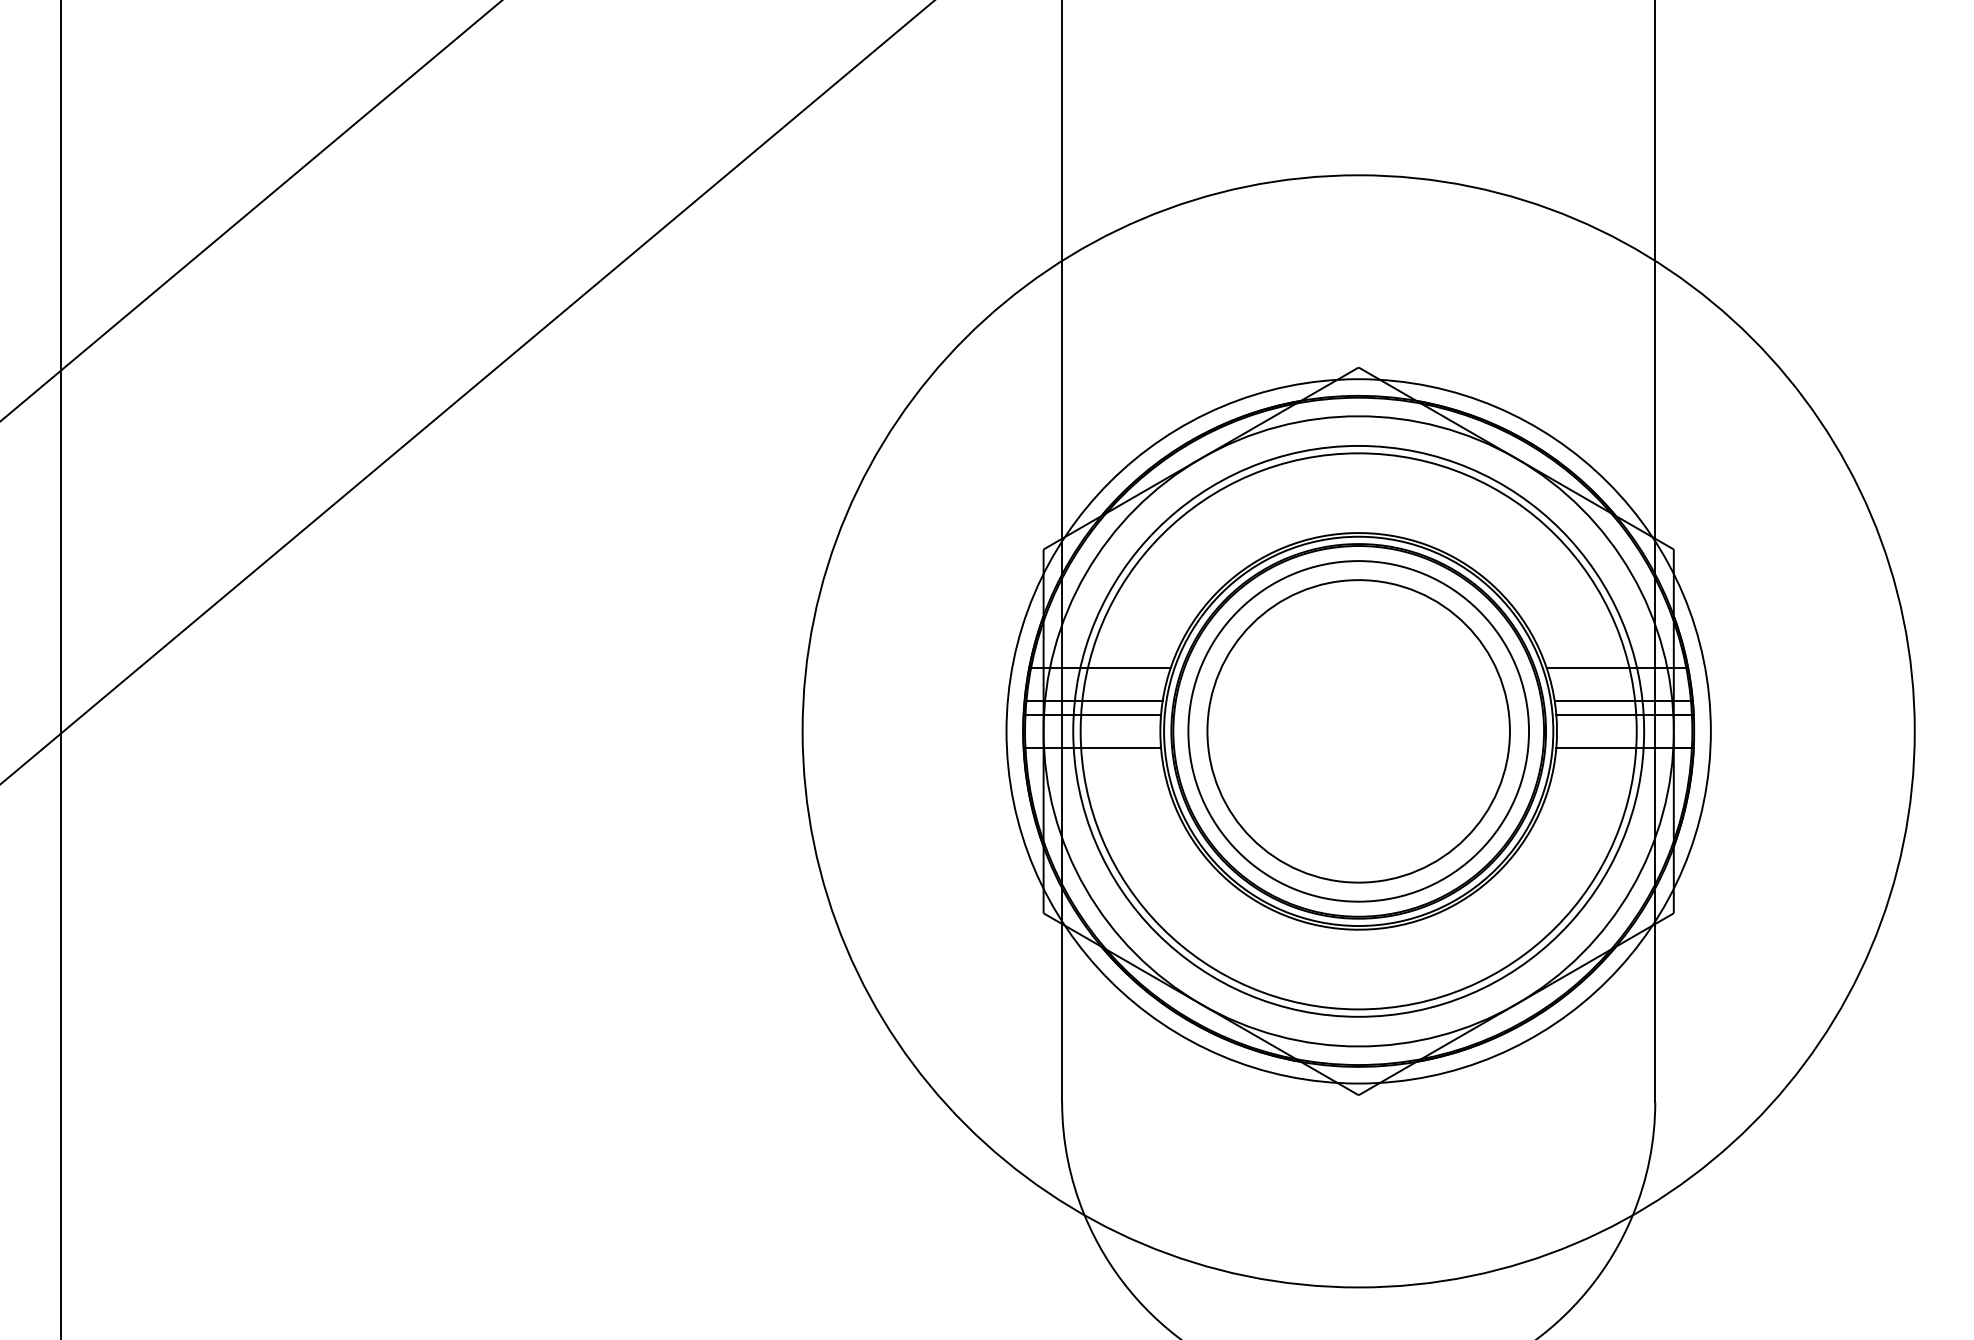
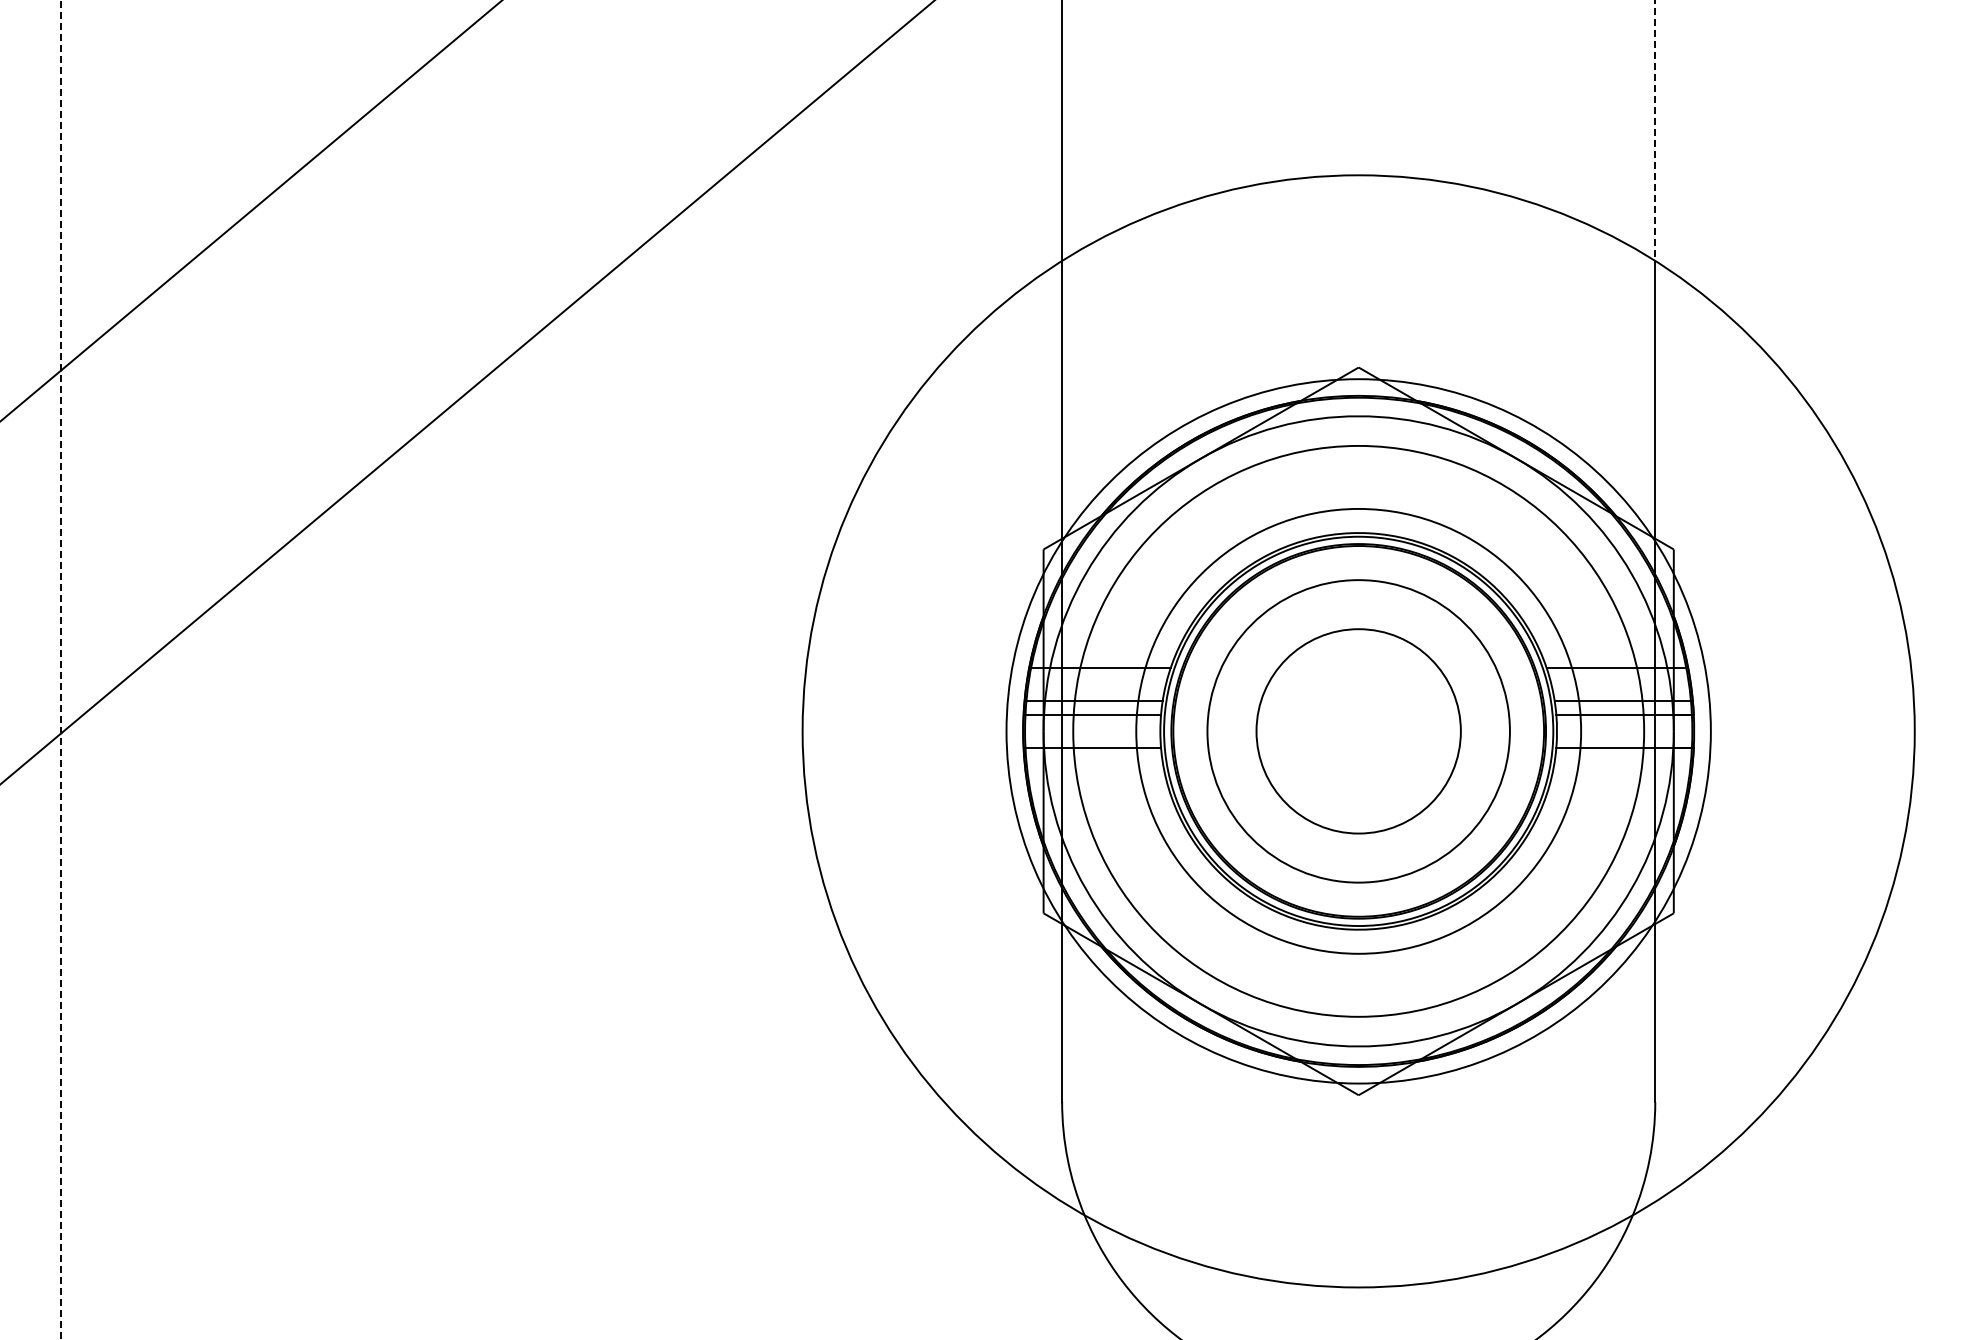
line at (1655, 131): solid -> dashed
line at (61, 669): solid -> dashed
circle at (1358, 731) diameter: 341 px -> 204 px
circle at (1358, 731) diameter: 556 px -> 445 px
